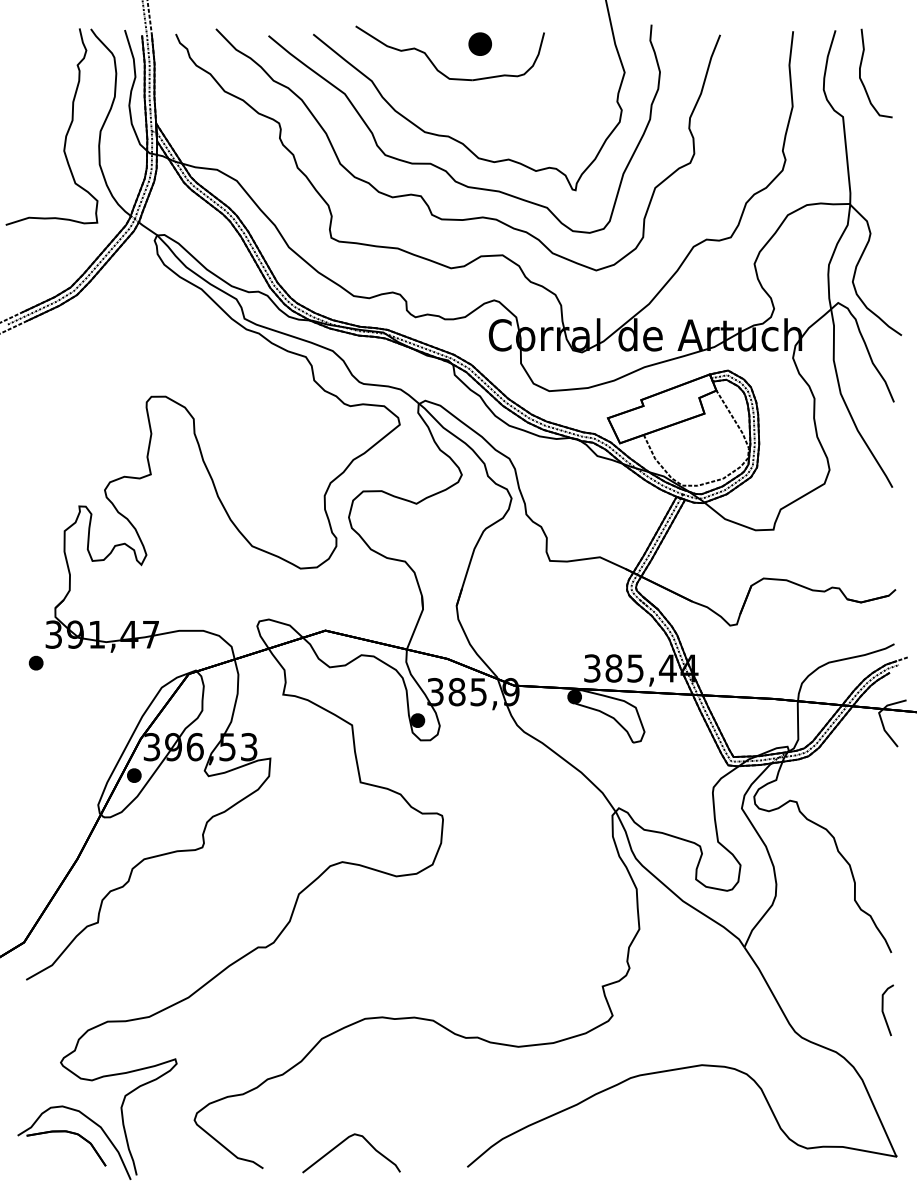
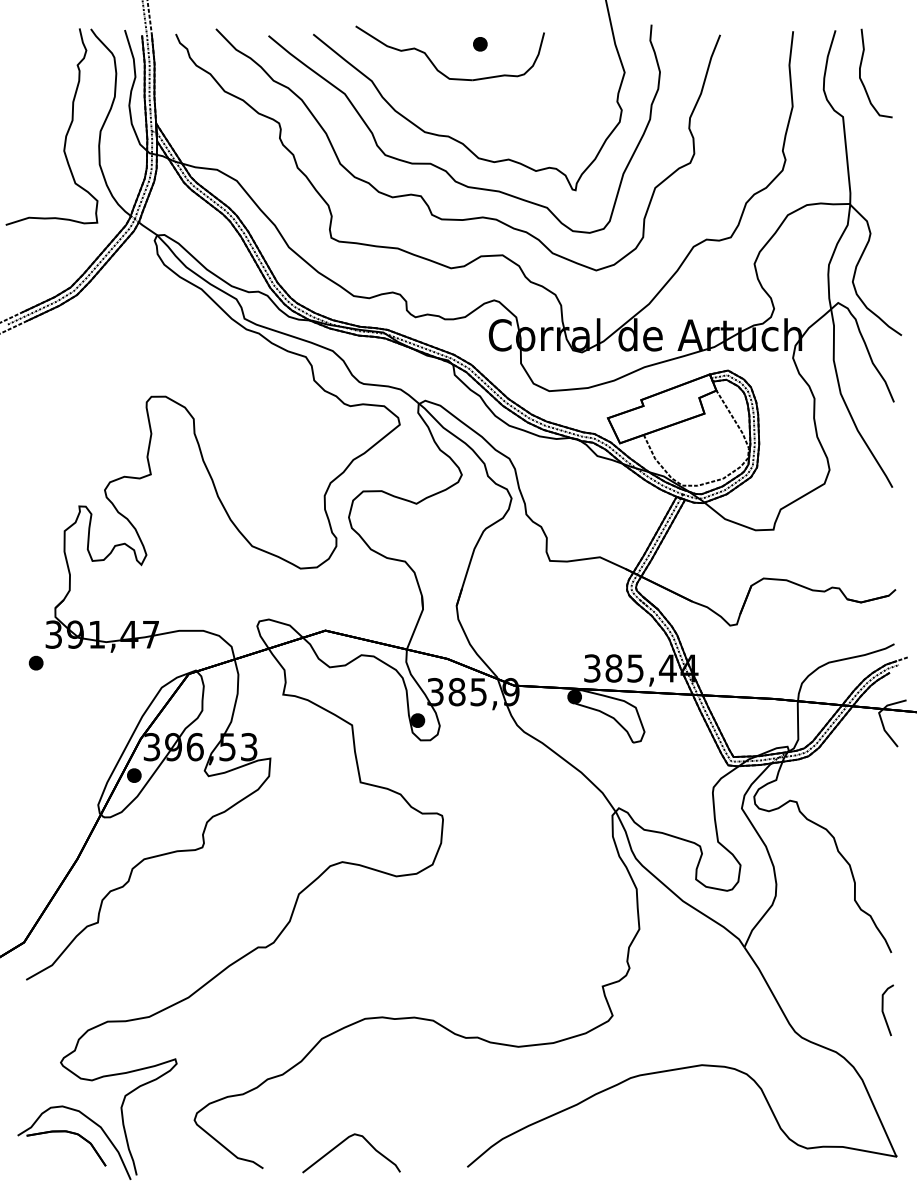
part at (479, 43) size: 24x24 px -> 15x15 px
